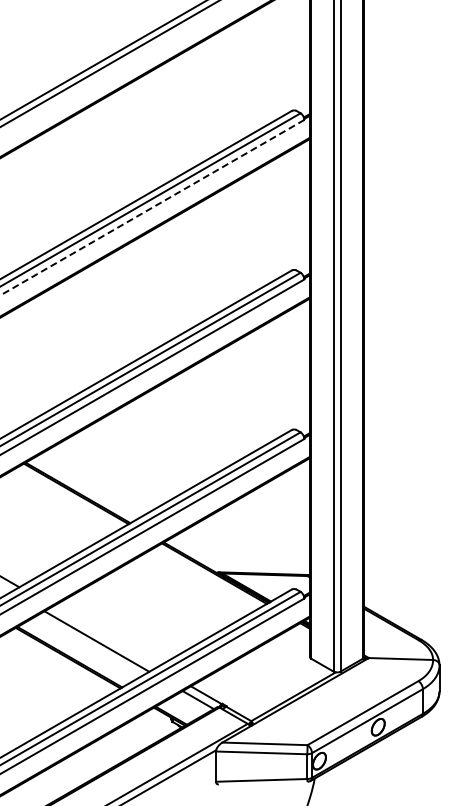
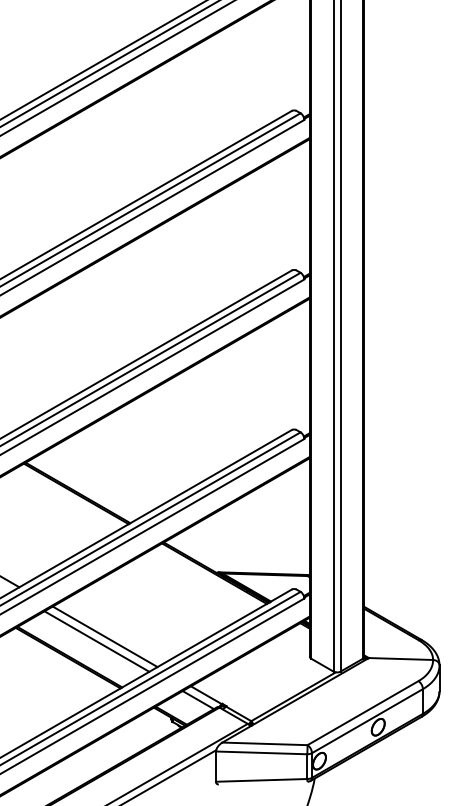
line at (116, 68): none -> present
line at (152, 207): dashed -> solid
line at (104, 636): none -> present
